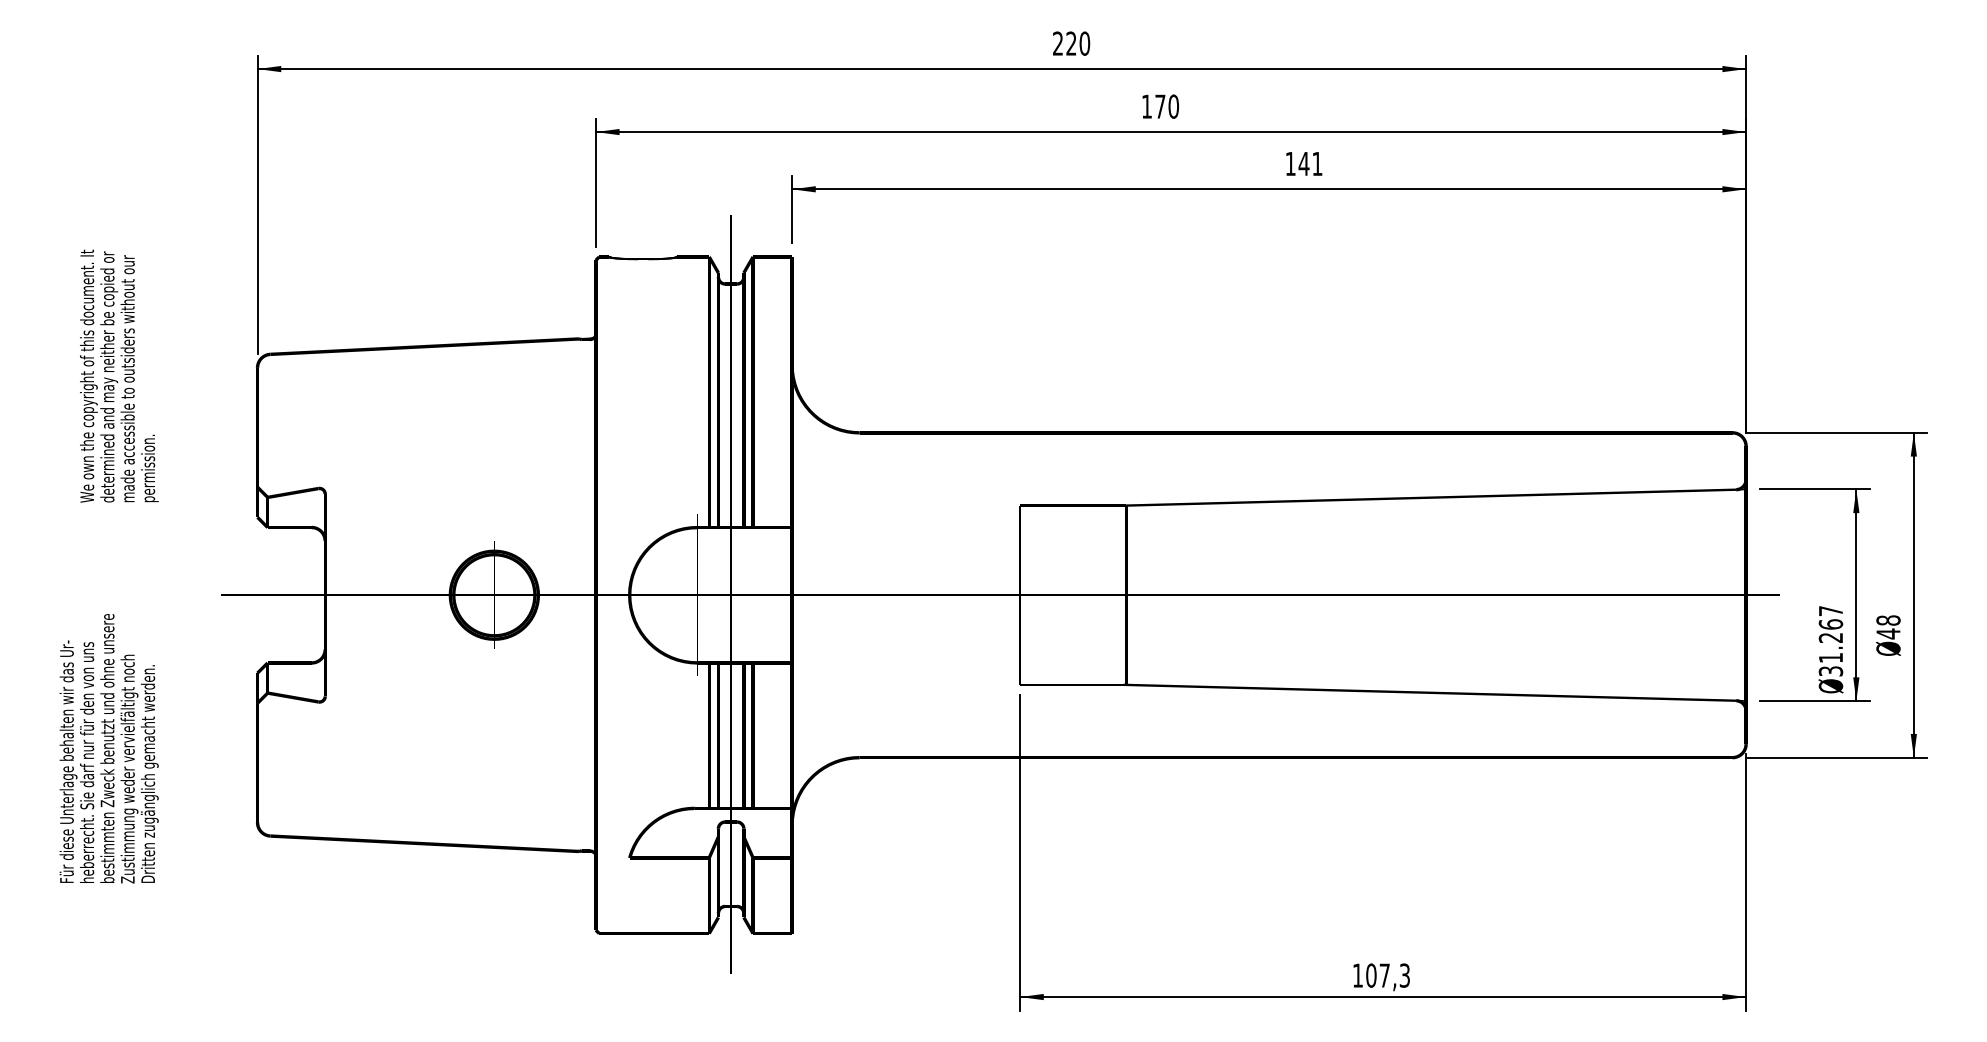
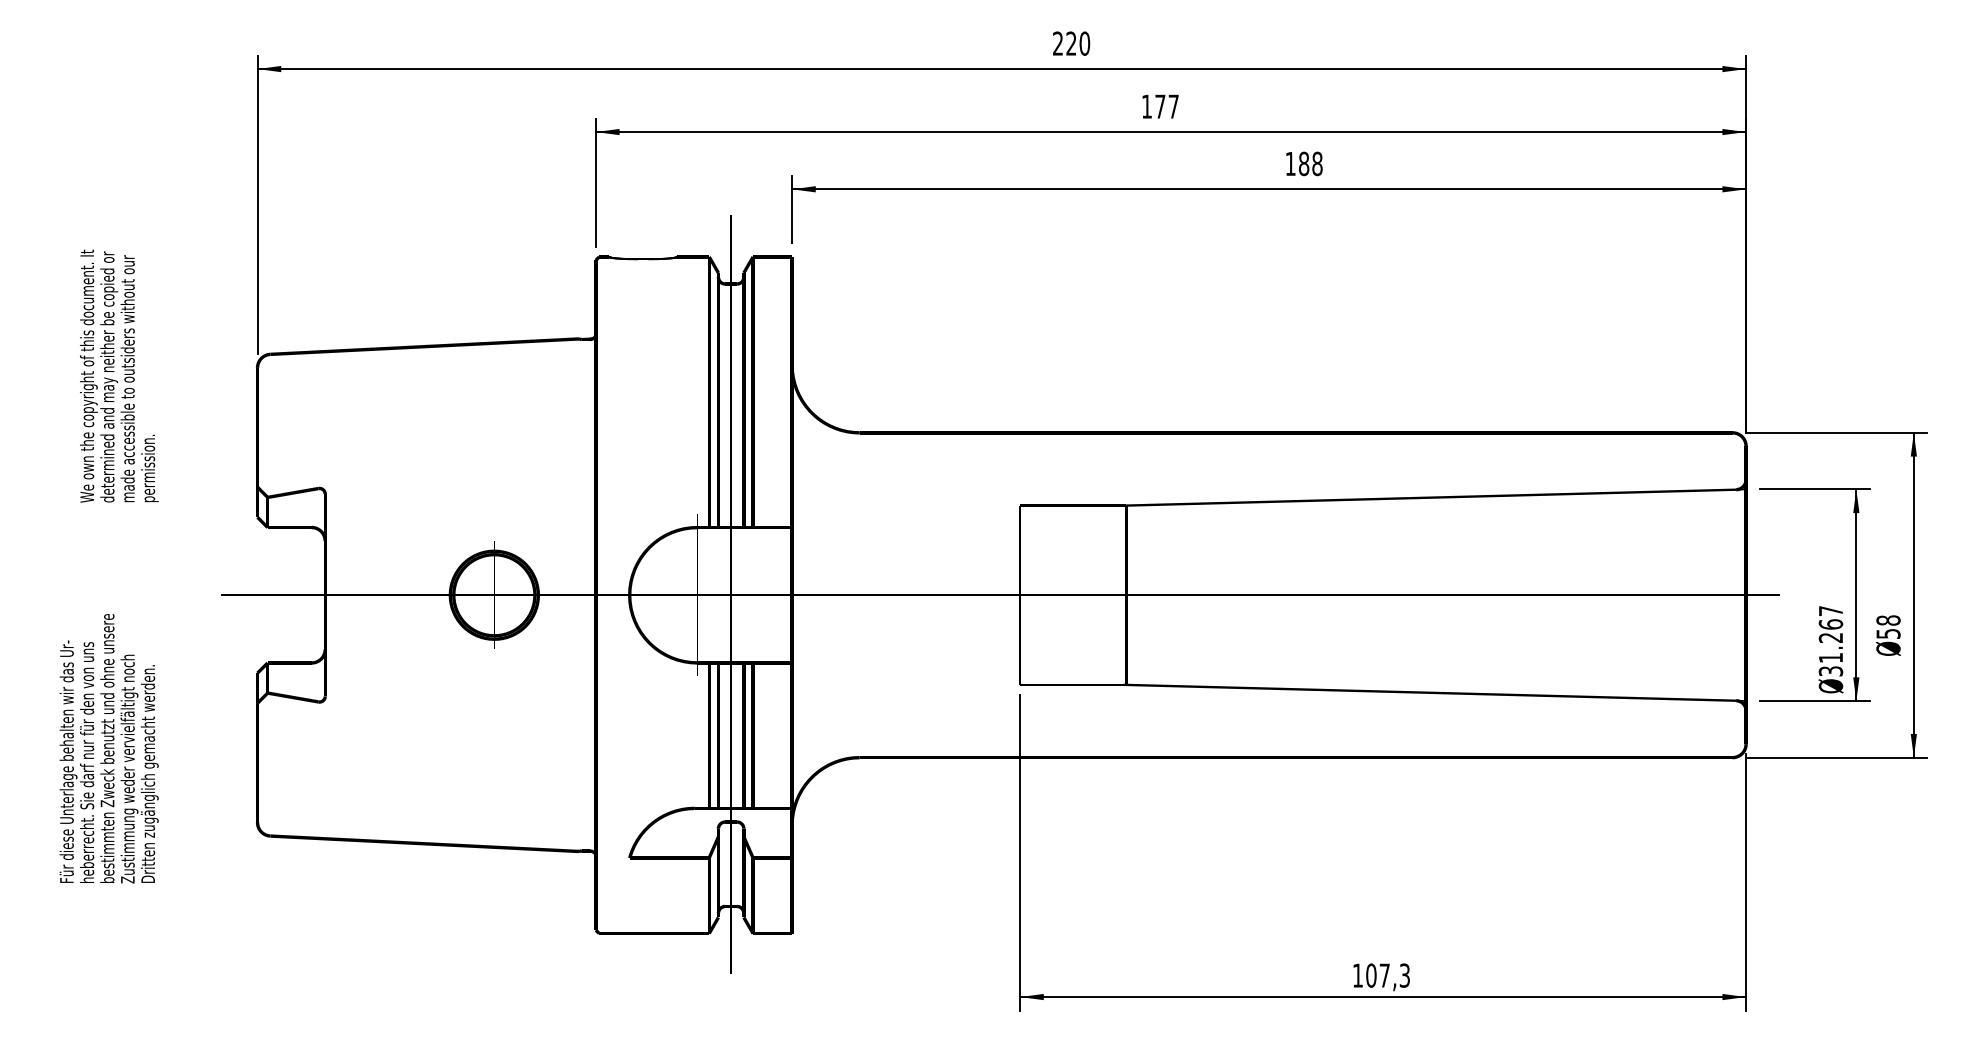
text at (1173, 106): 170 -> 177
text at (1310, 163): 141 -> 188
text at (1888, 633): 48 -> 58
